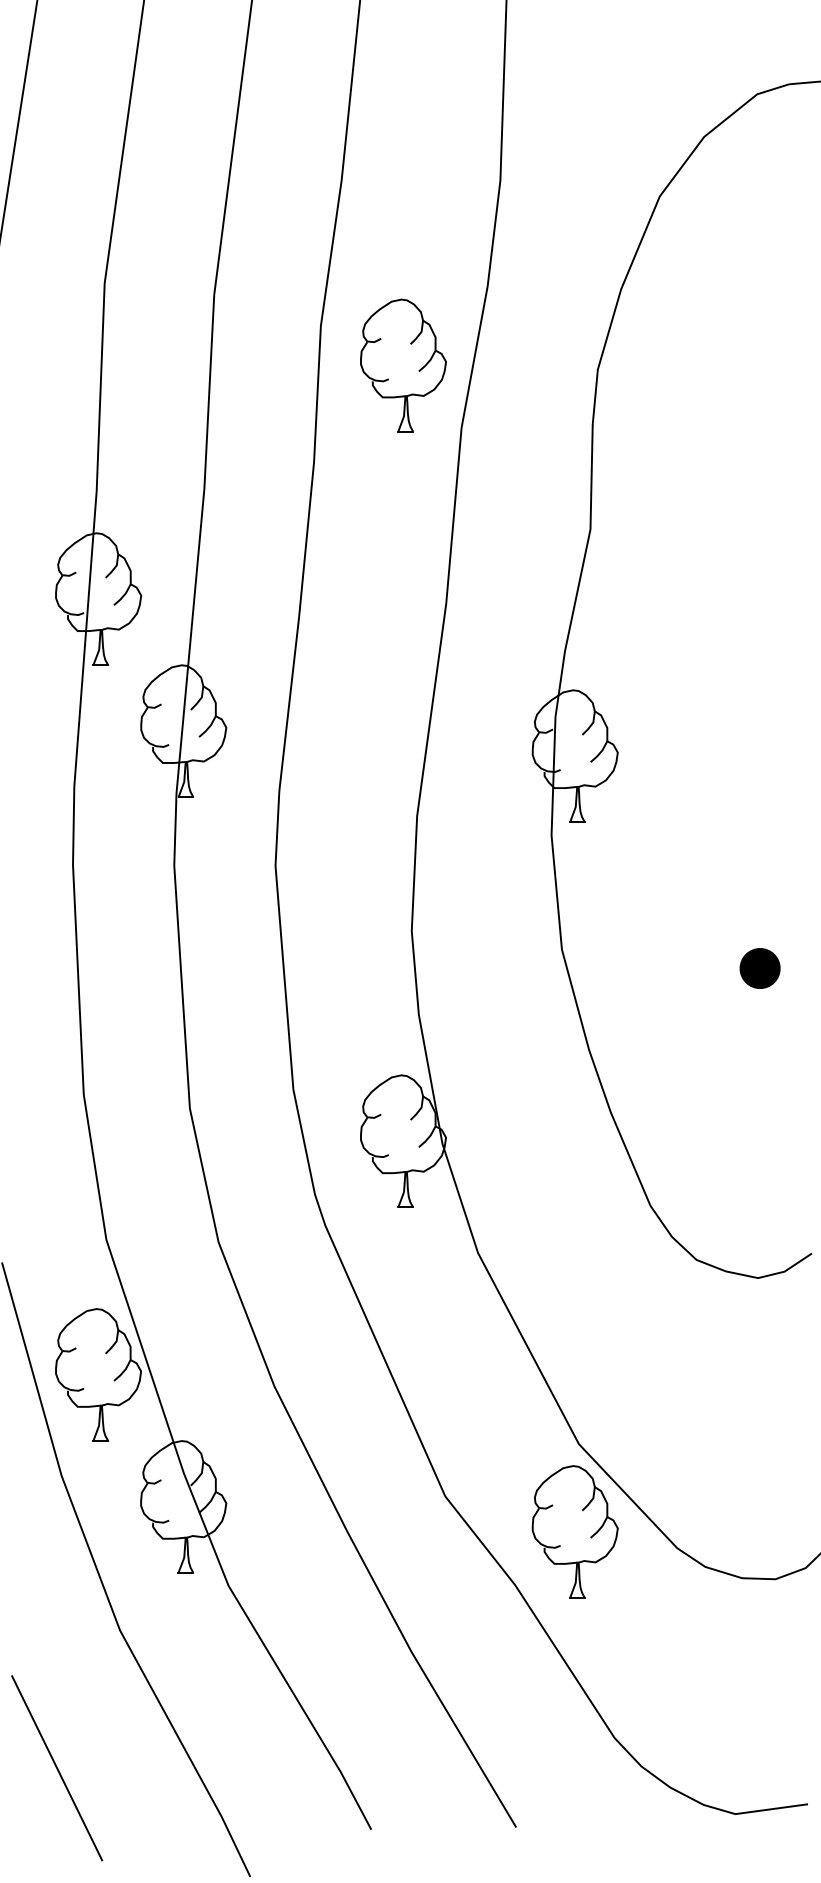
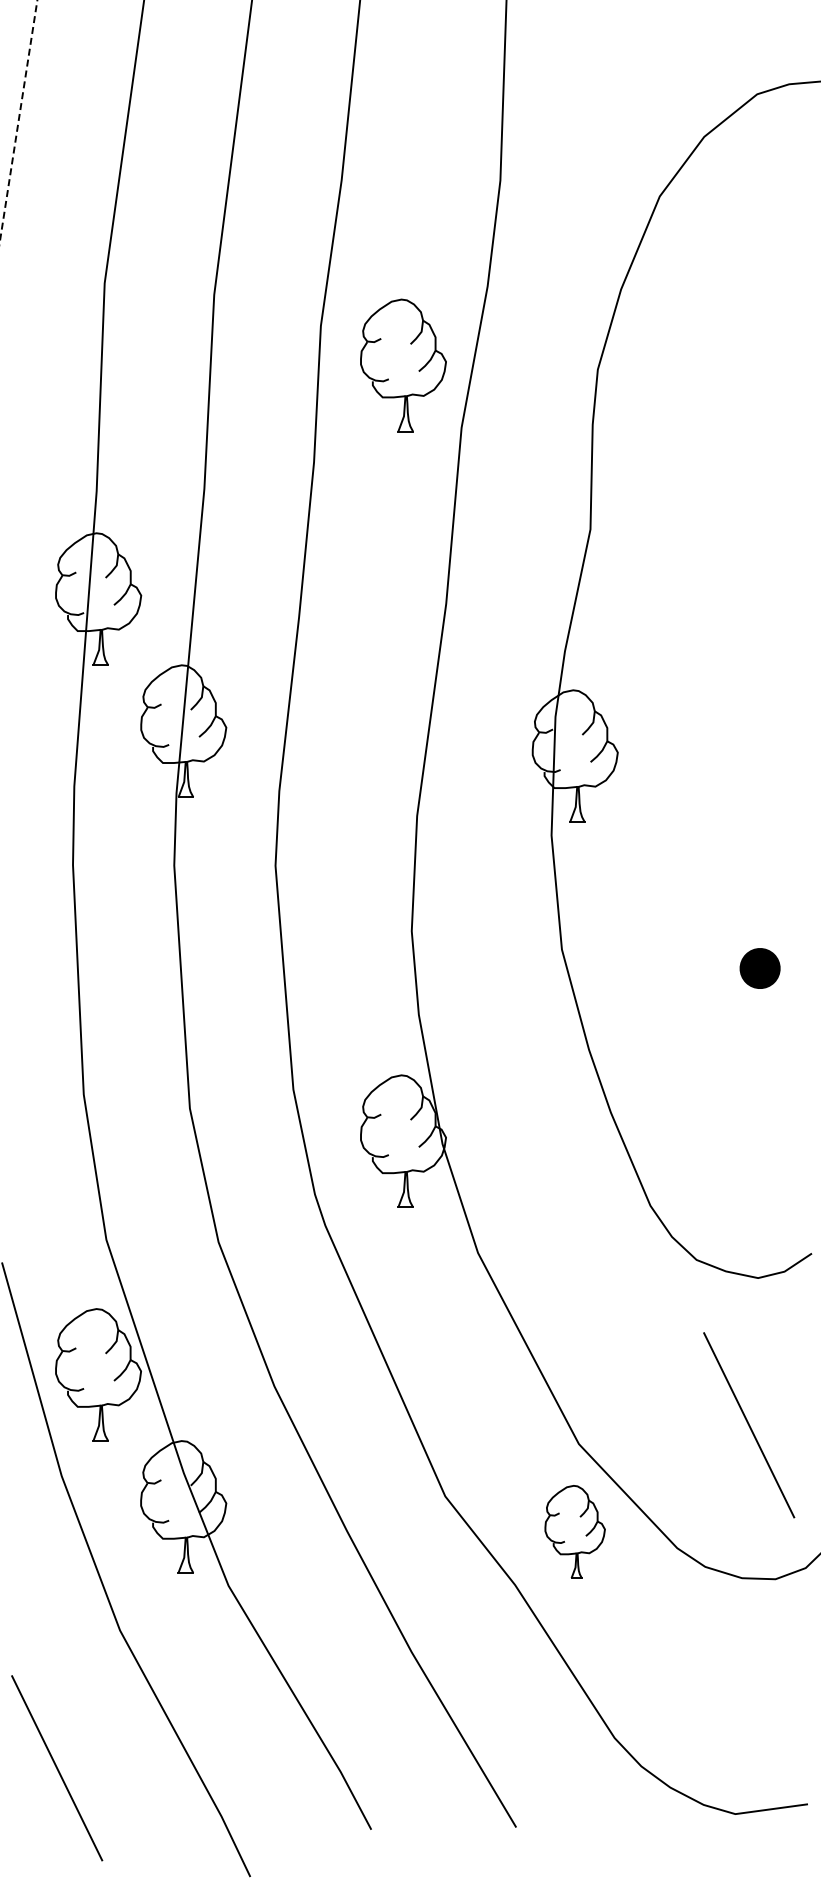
line at (18, 120): solid -> dashed
line at (749, 1425): none -> present
part at (574, 1531) size: 88x134 px -> 62x94 px
